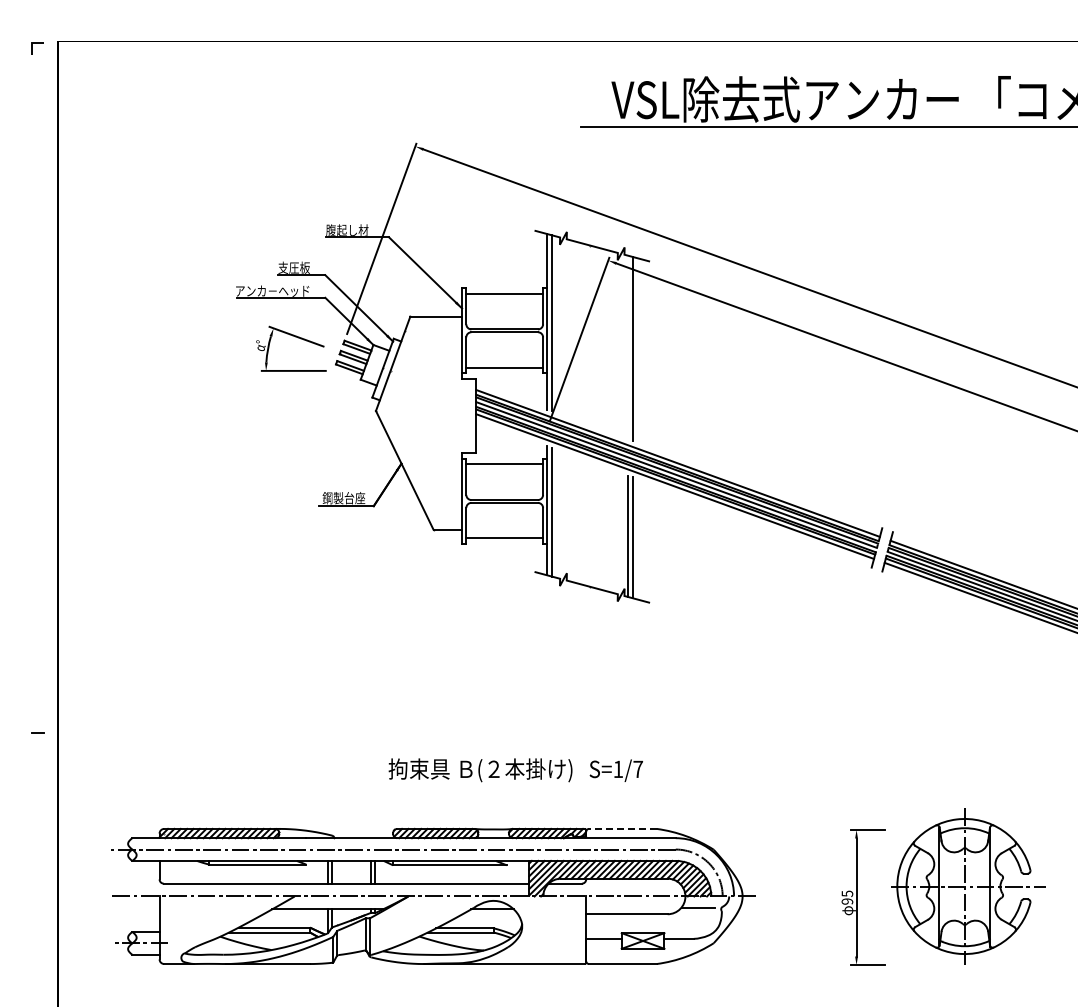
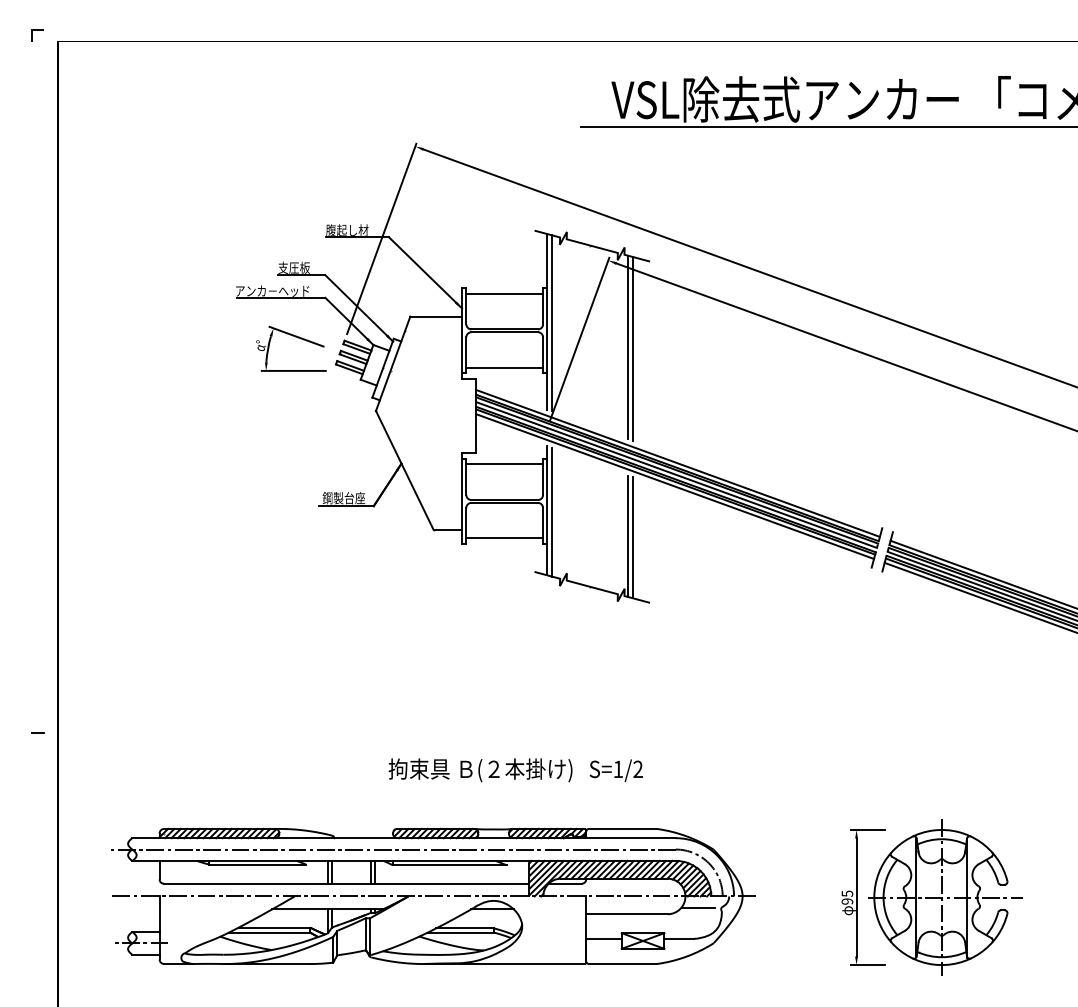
line at (37, 43) position: (37, 43) -> (37, 30)
line at (628, 347): none -> present
text at (638, 768): S=1/7 -> S=1/2
line at (622, 828): dashed -> solid
part at (968, 886) position: (968, 886) -> (945, 897)
